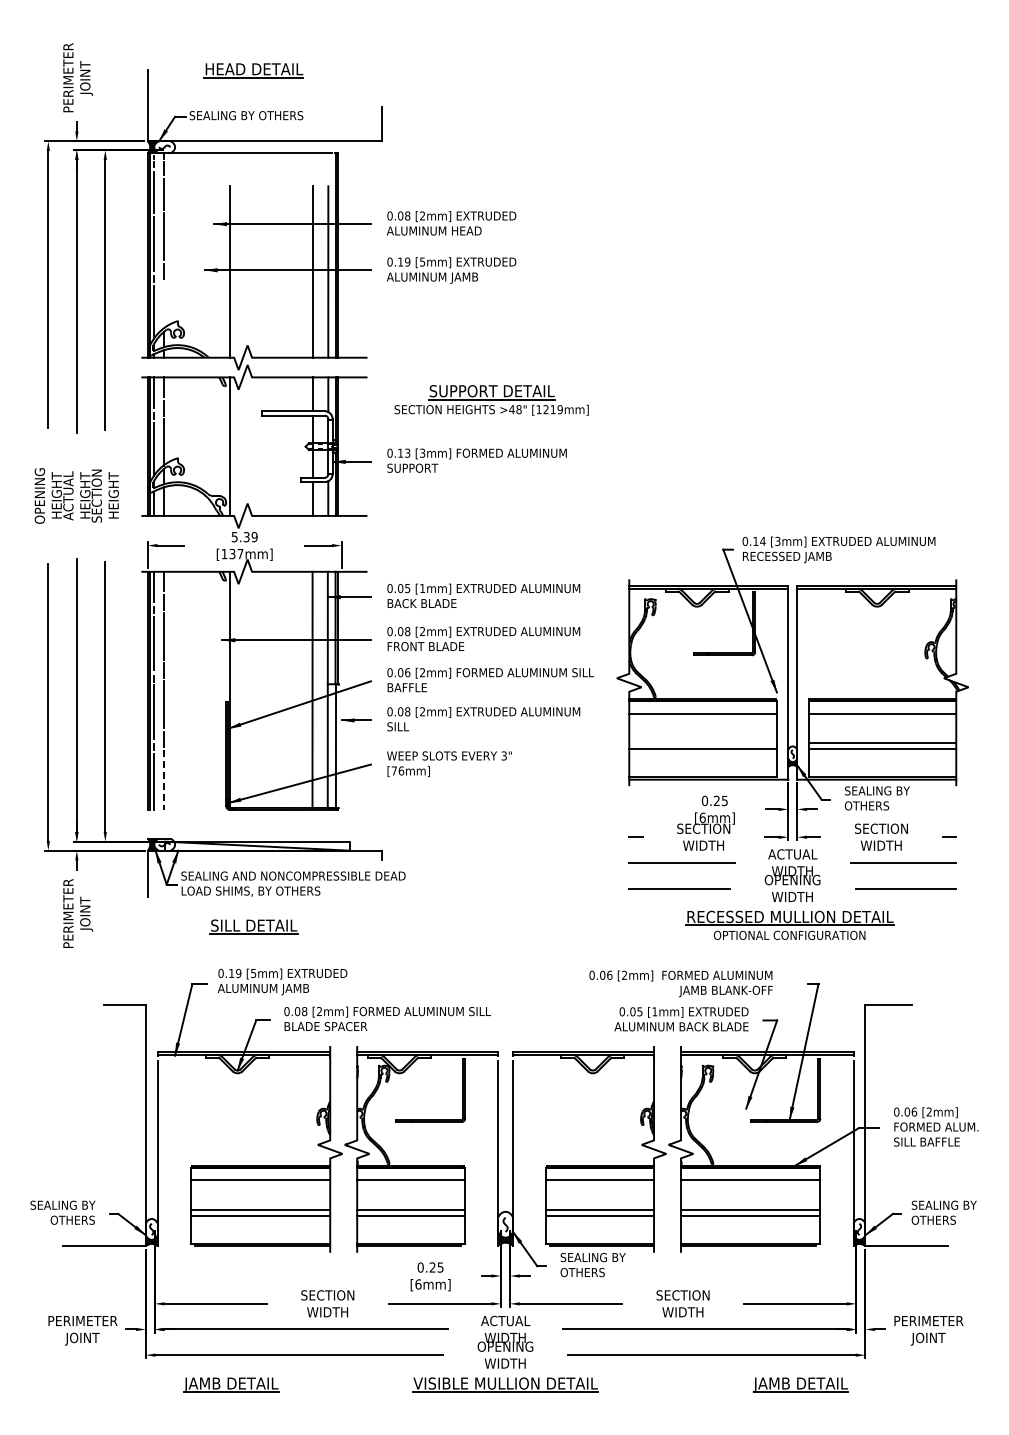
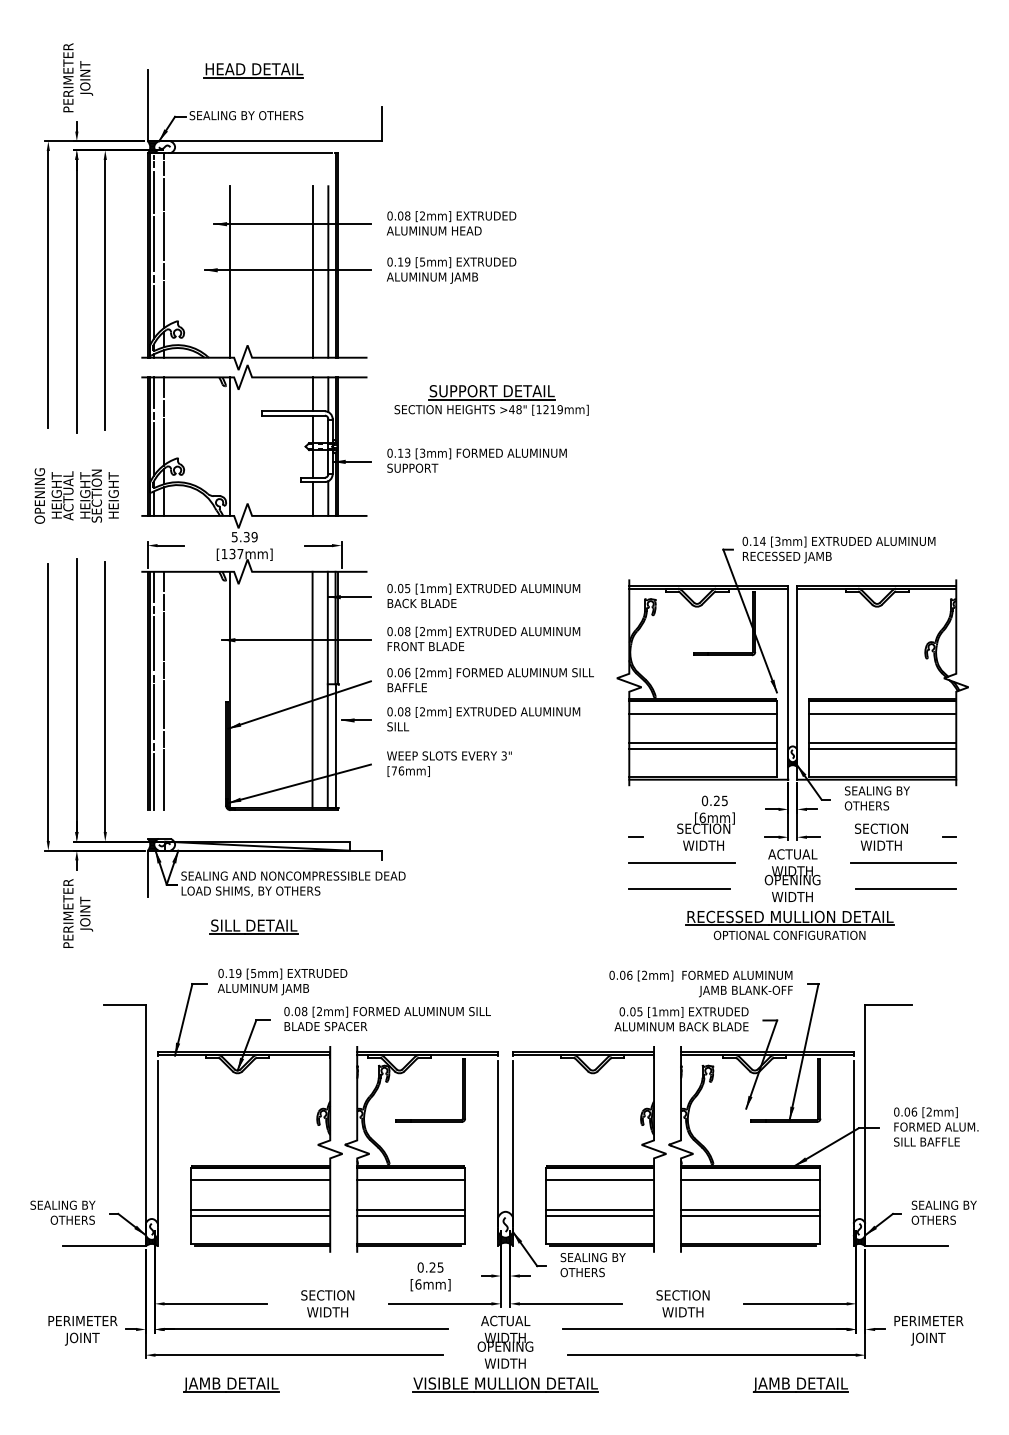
line at (163, 304): none -> present
line at (702, 743): none -> present
line at (163, 780): dashed -> solid
text at (680, 983) position: (680, 983) -> (700, 983)
